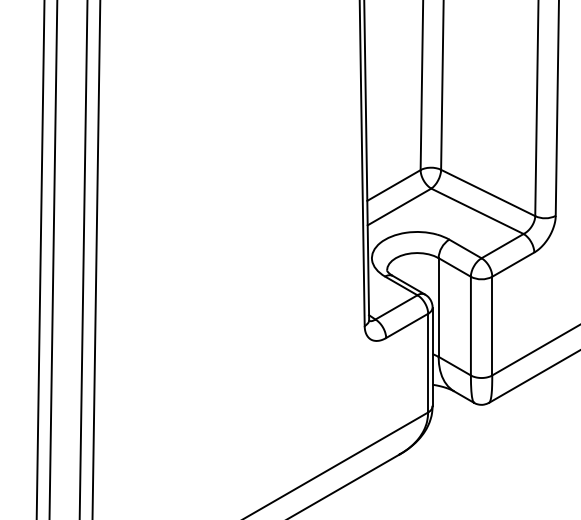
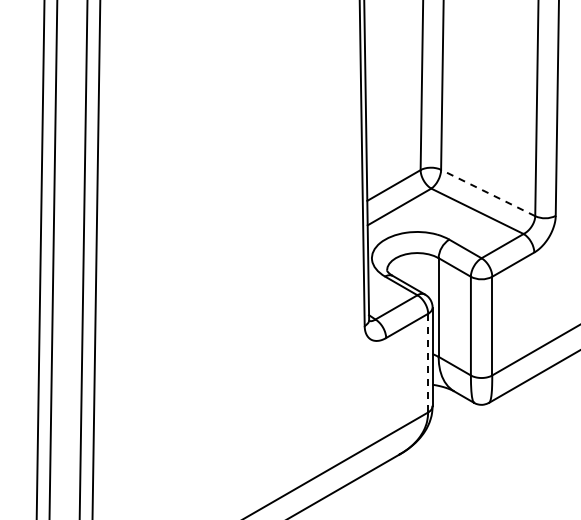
line at (487, 192): solid -> dashed
line at (428, 363): solid -> dashed
